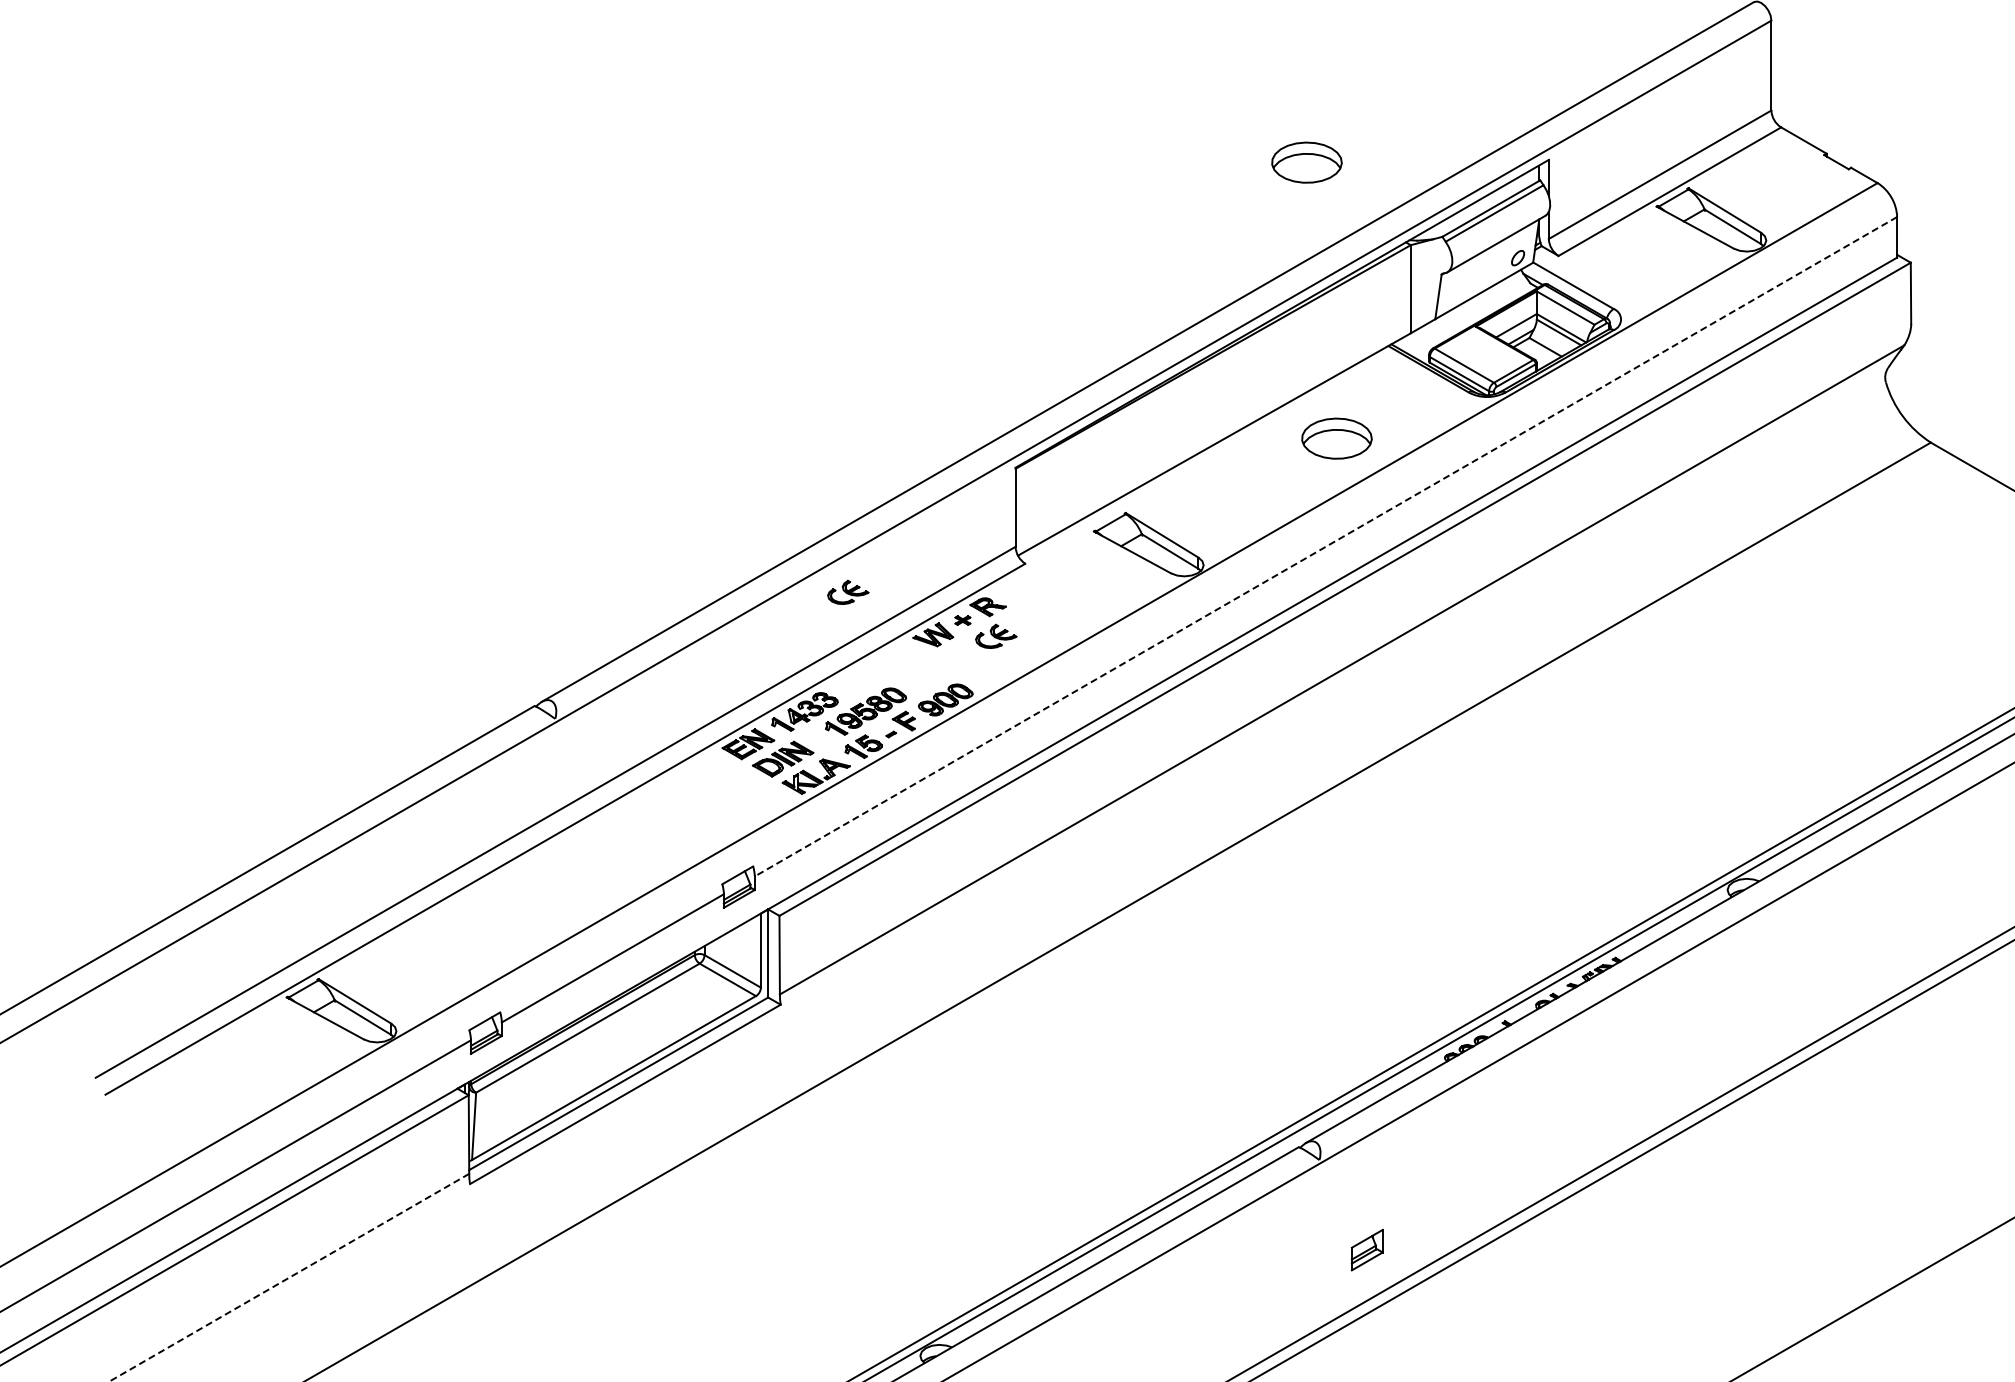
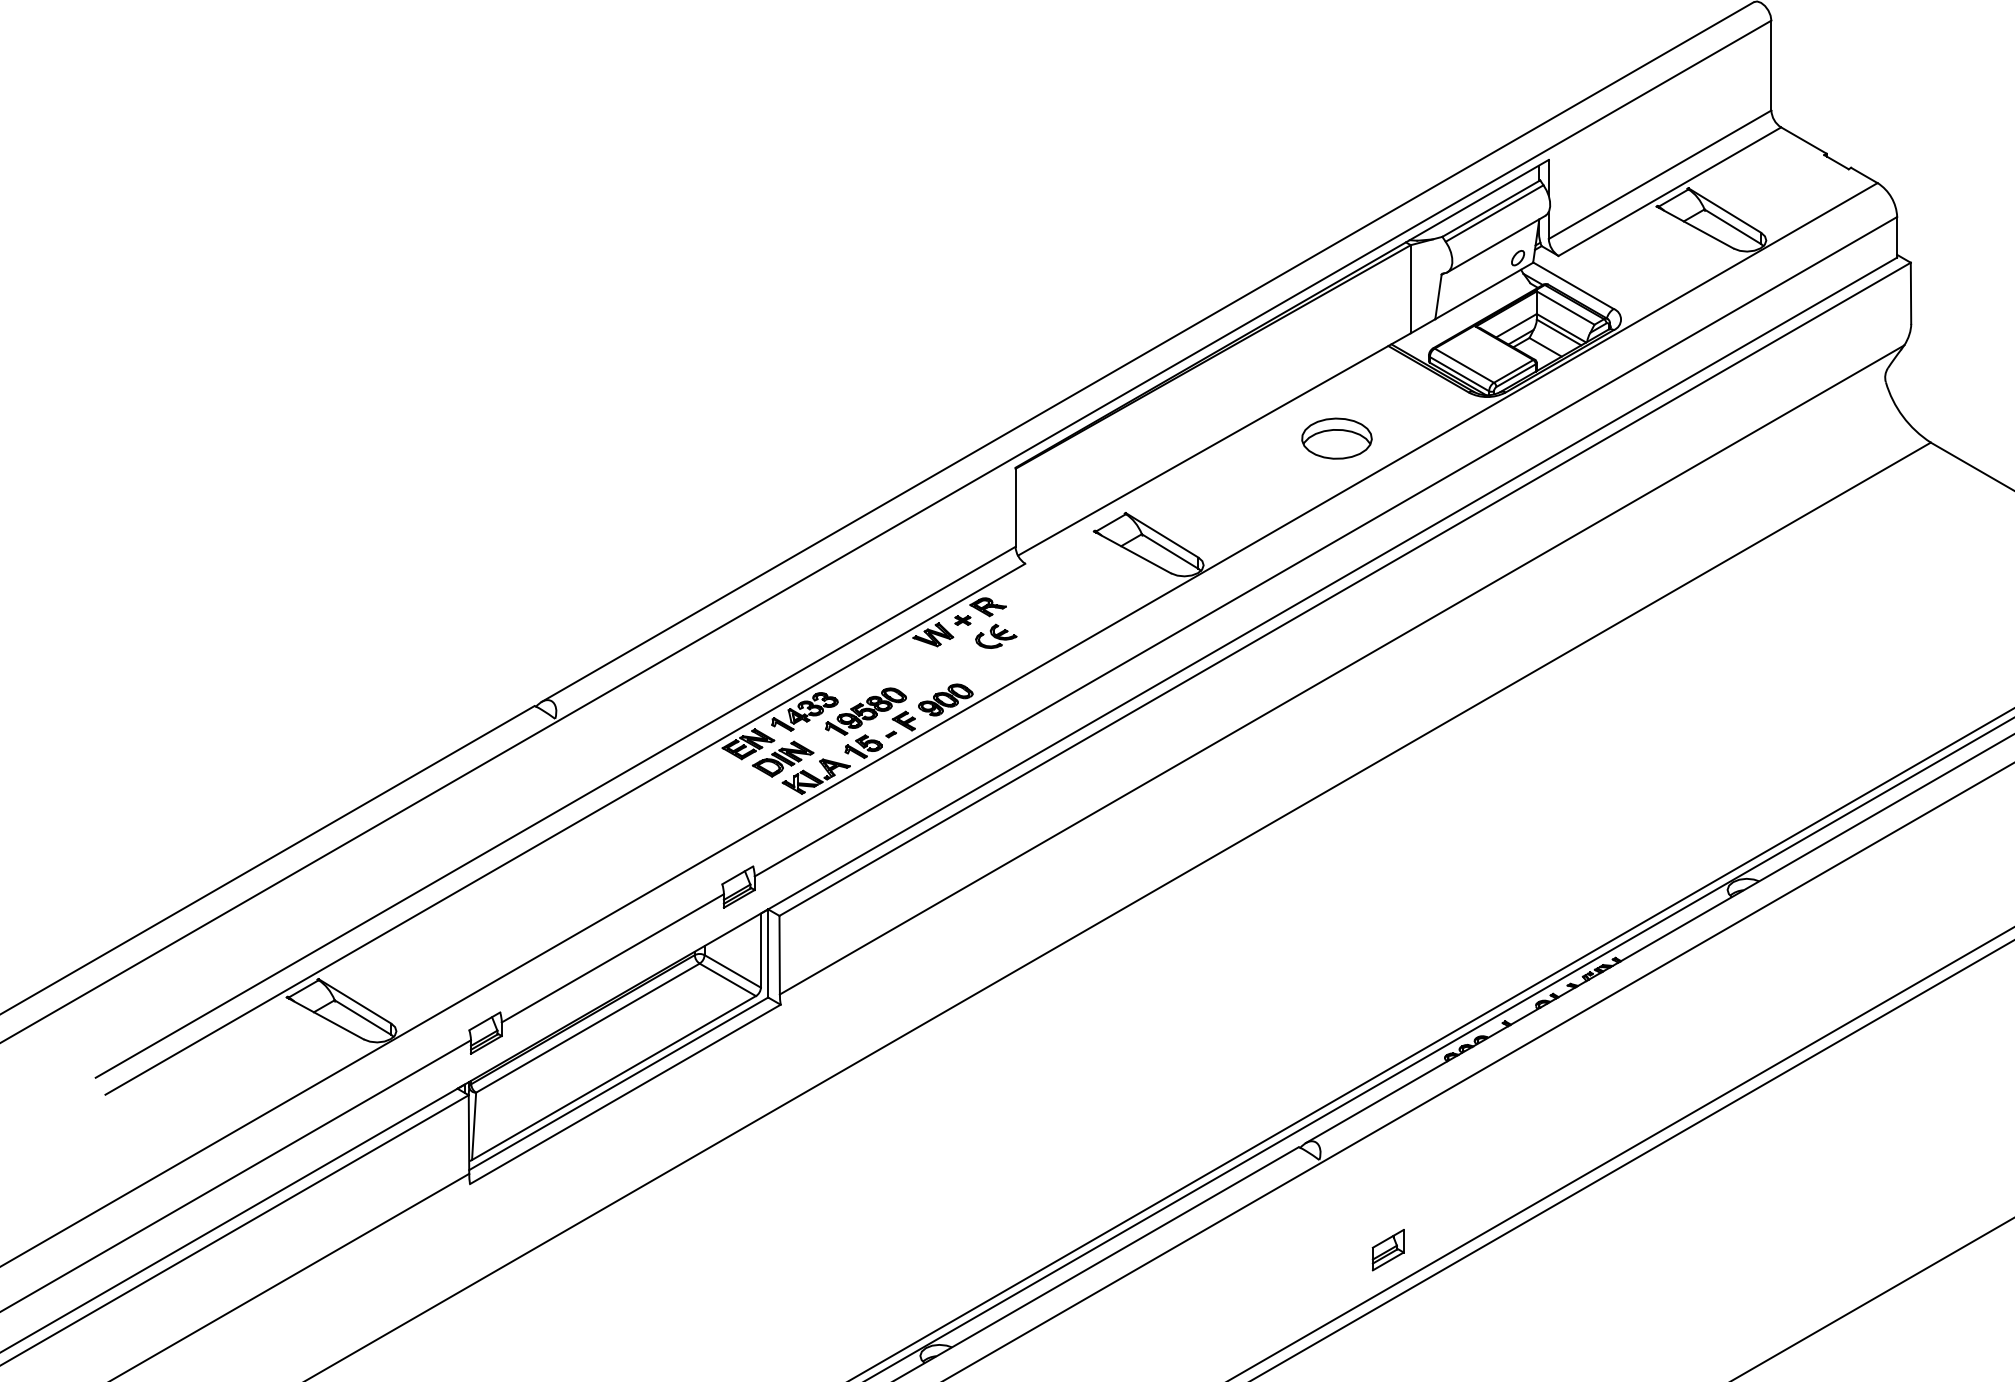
part at (1306, 162): present -> none
line at (1325, 546): dashed -> solid
part at (848, 591): present -> none
part at (1366, 1250) position: (1366, 1250) -> (1387, 1250)
line at (289, 1277): dashed -> solid
